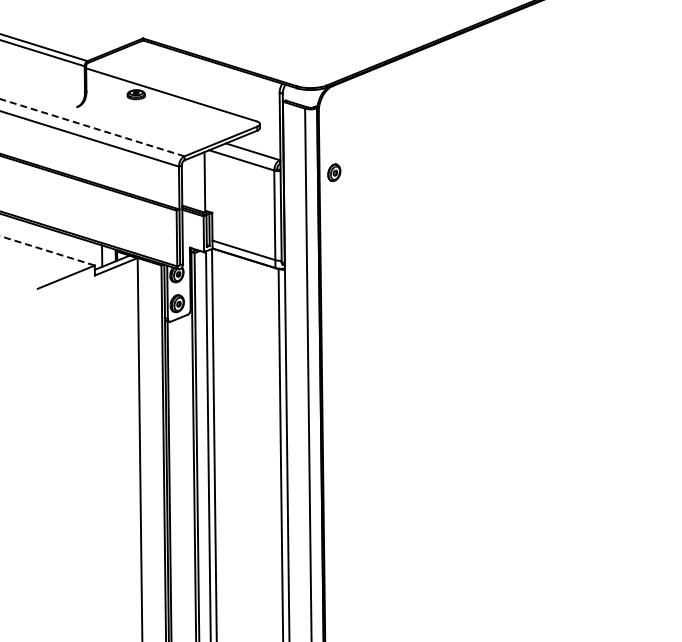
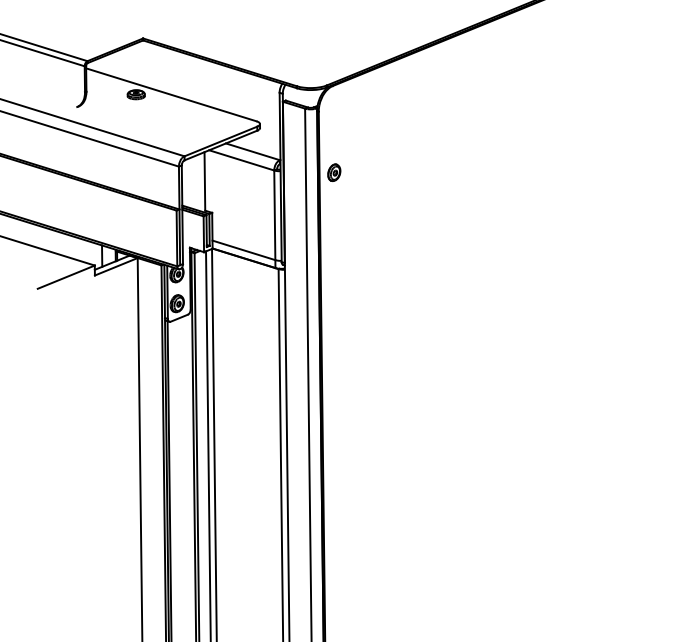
line at (91, 127): dashed -> solid
line at (47, 250): dashed -> solid
